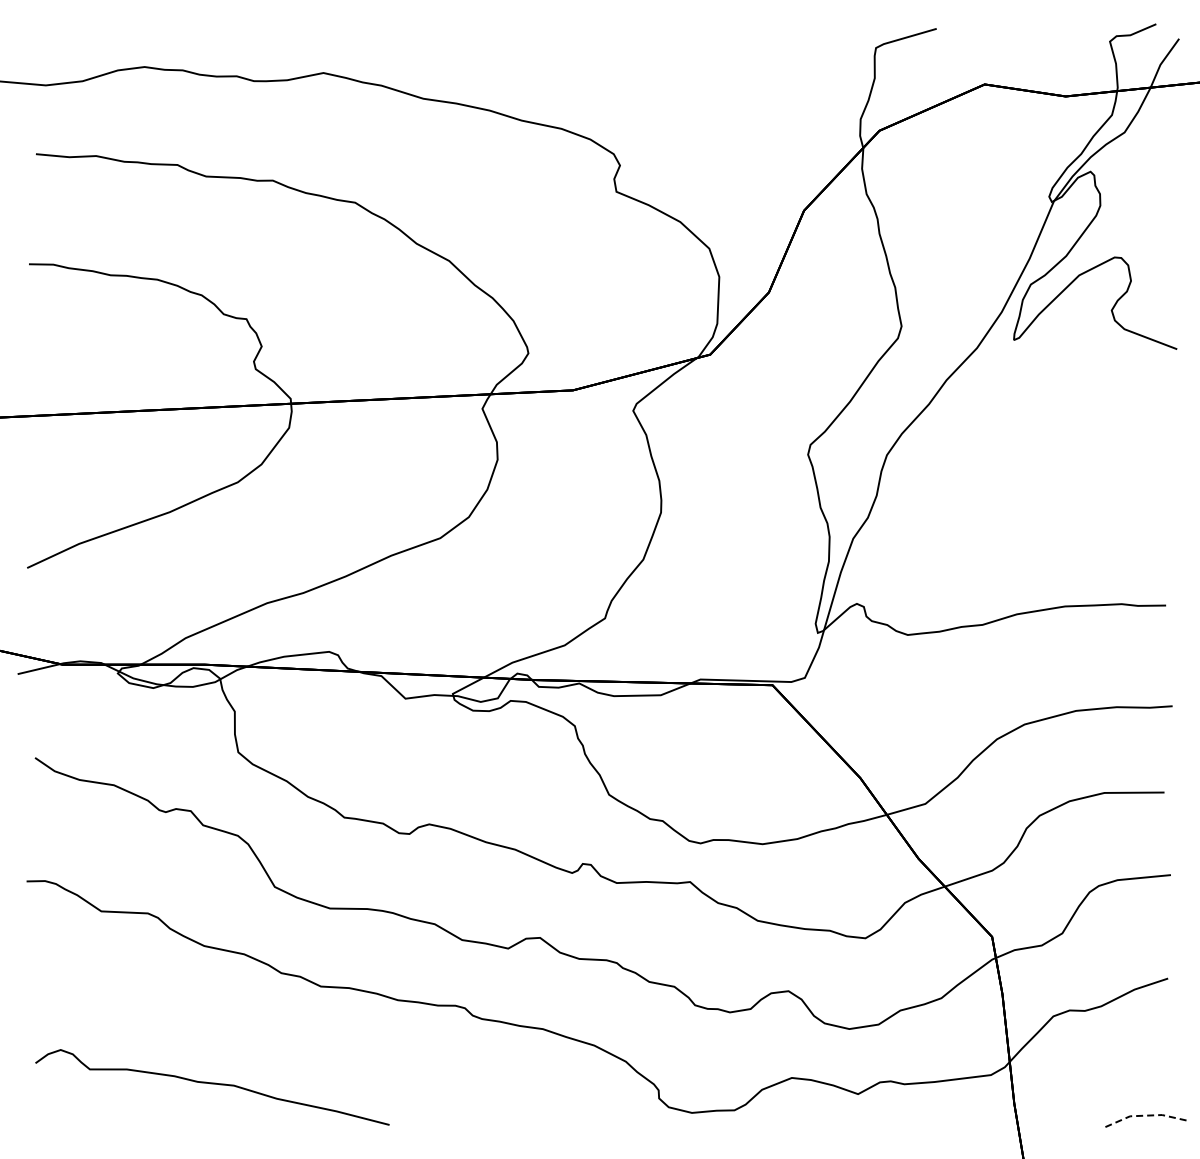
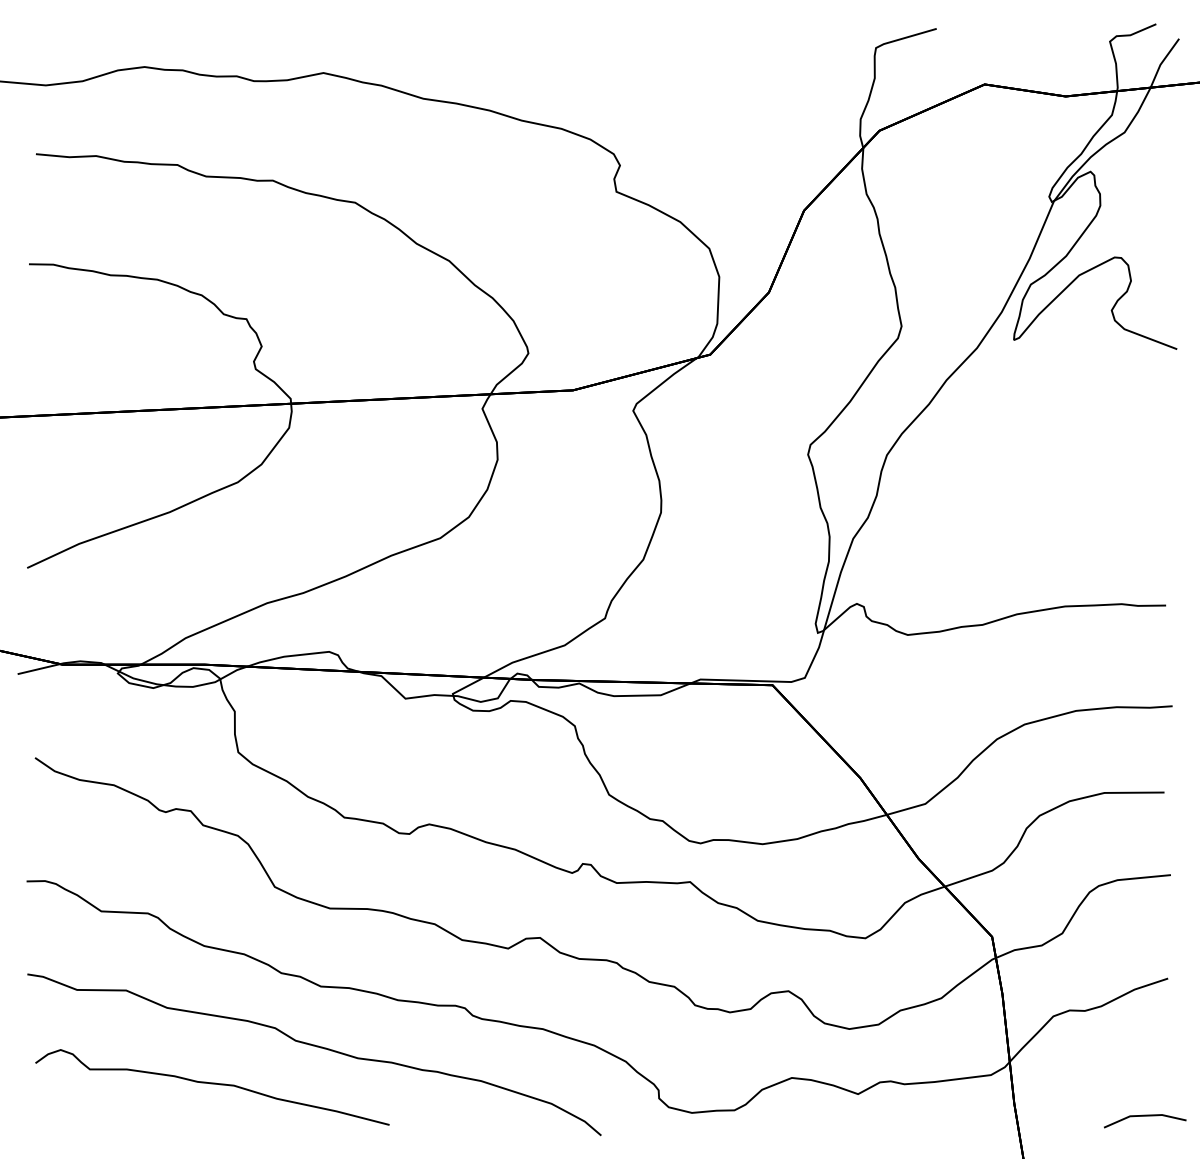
curve at (316, 1047): none -> present
line at (1143, 1115): dashed -> solid
